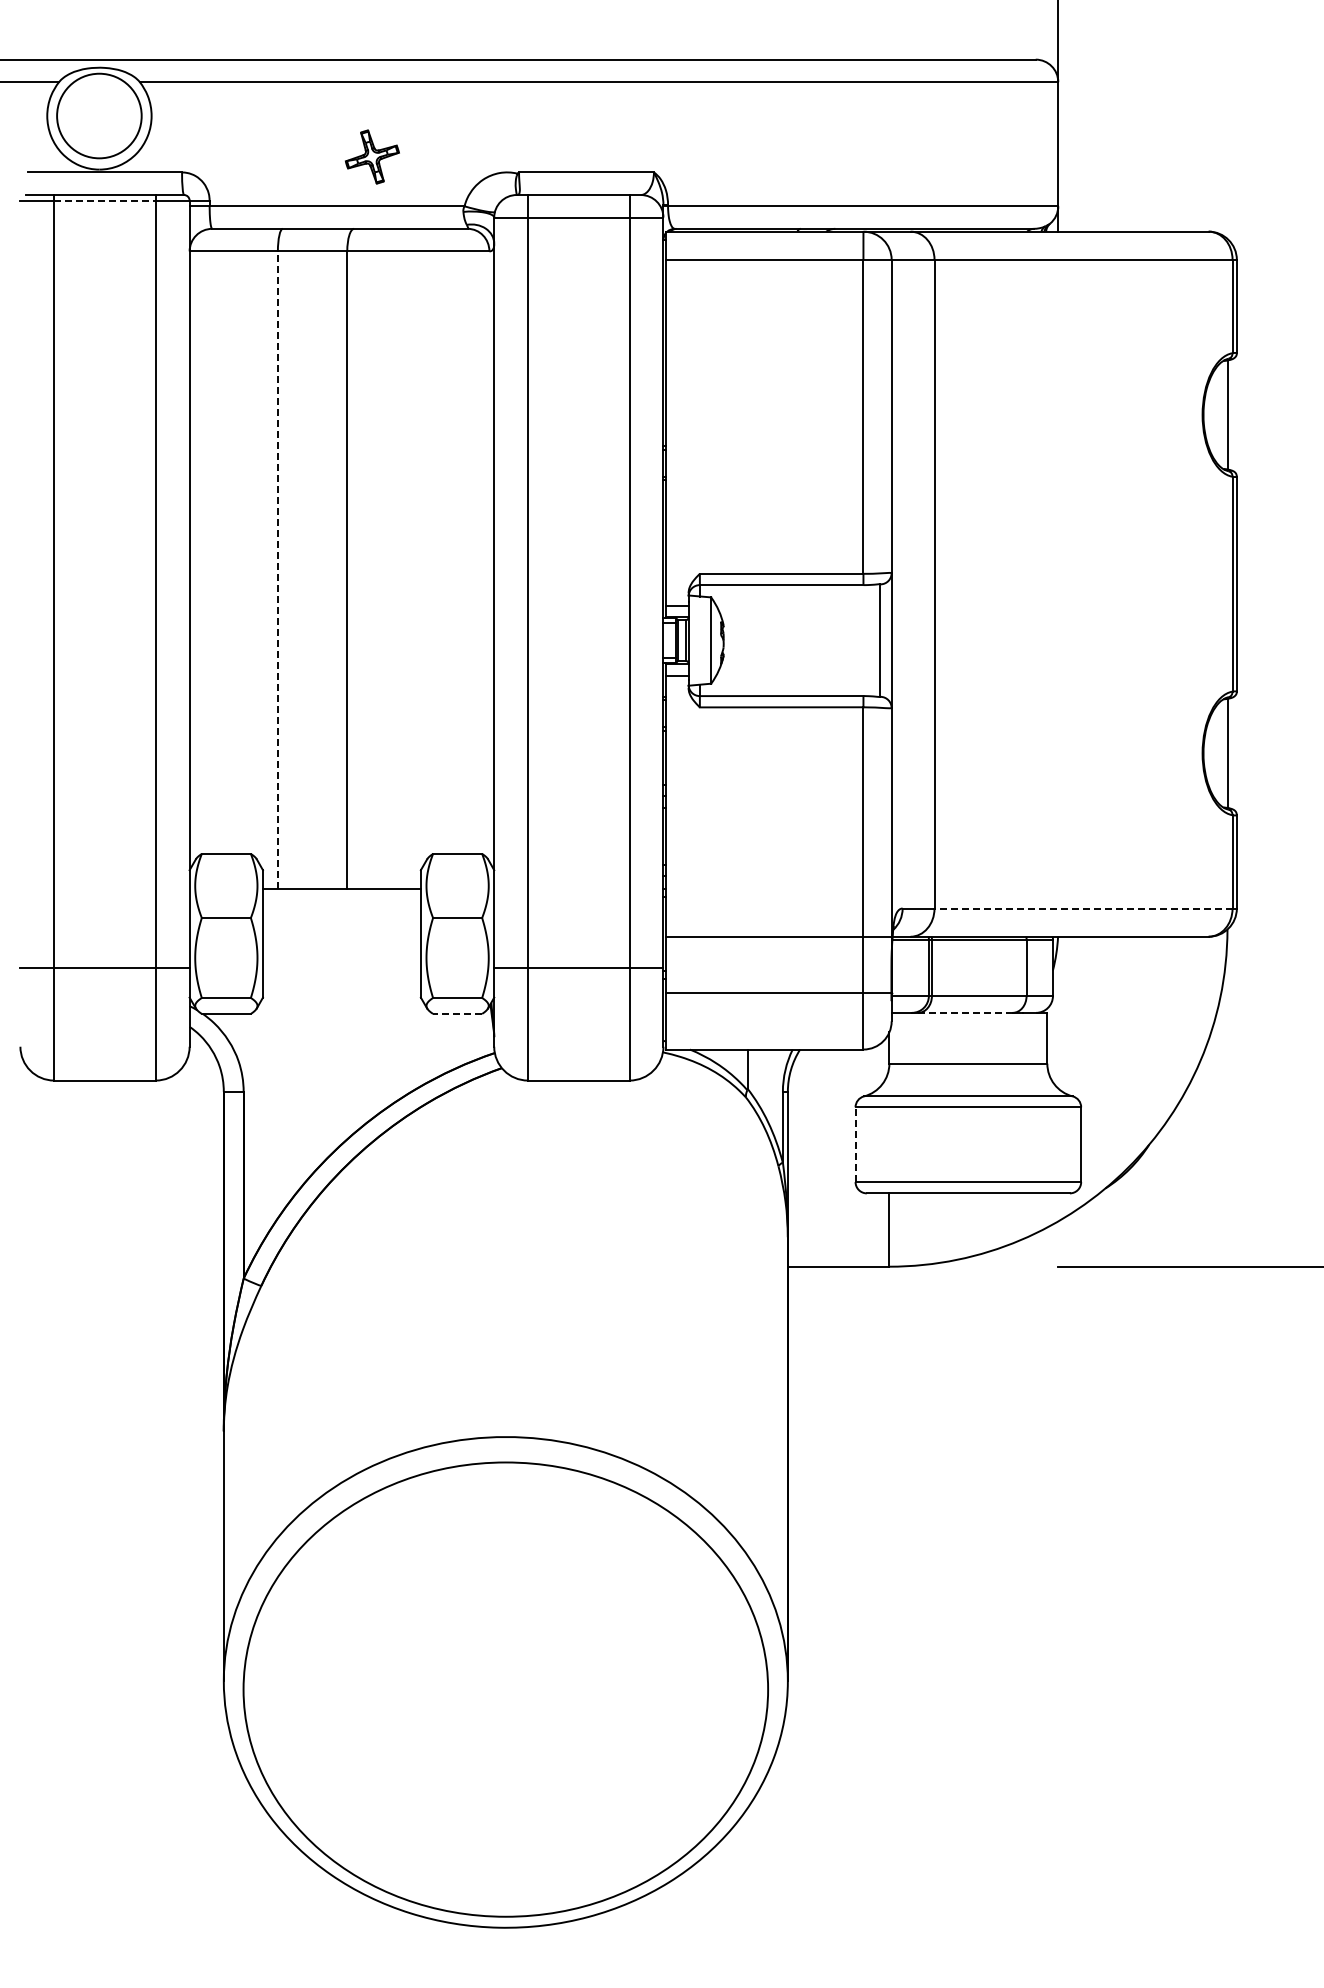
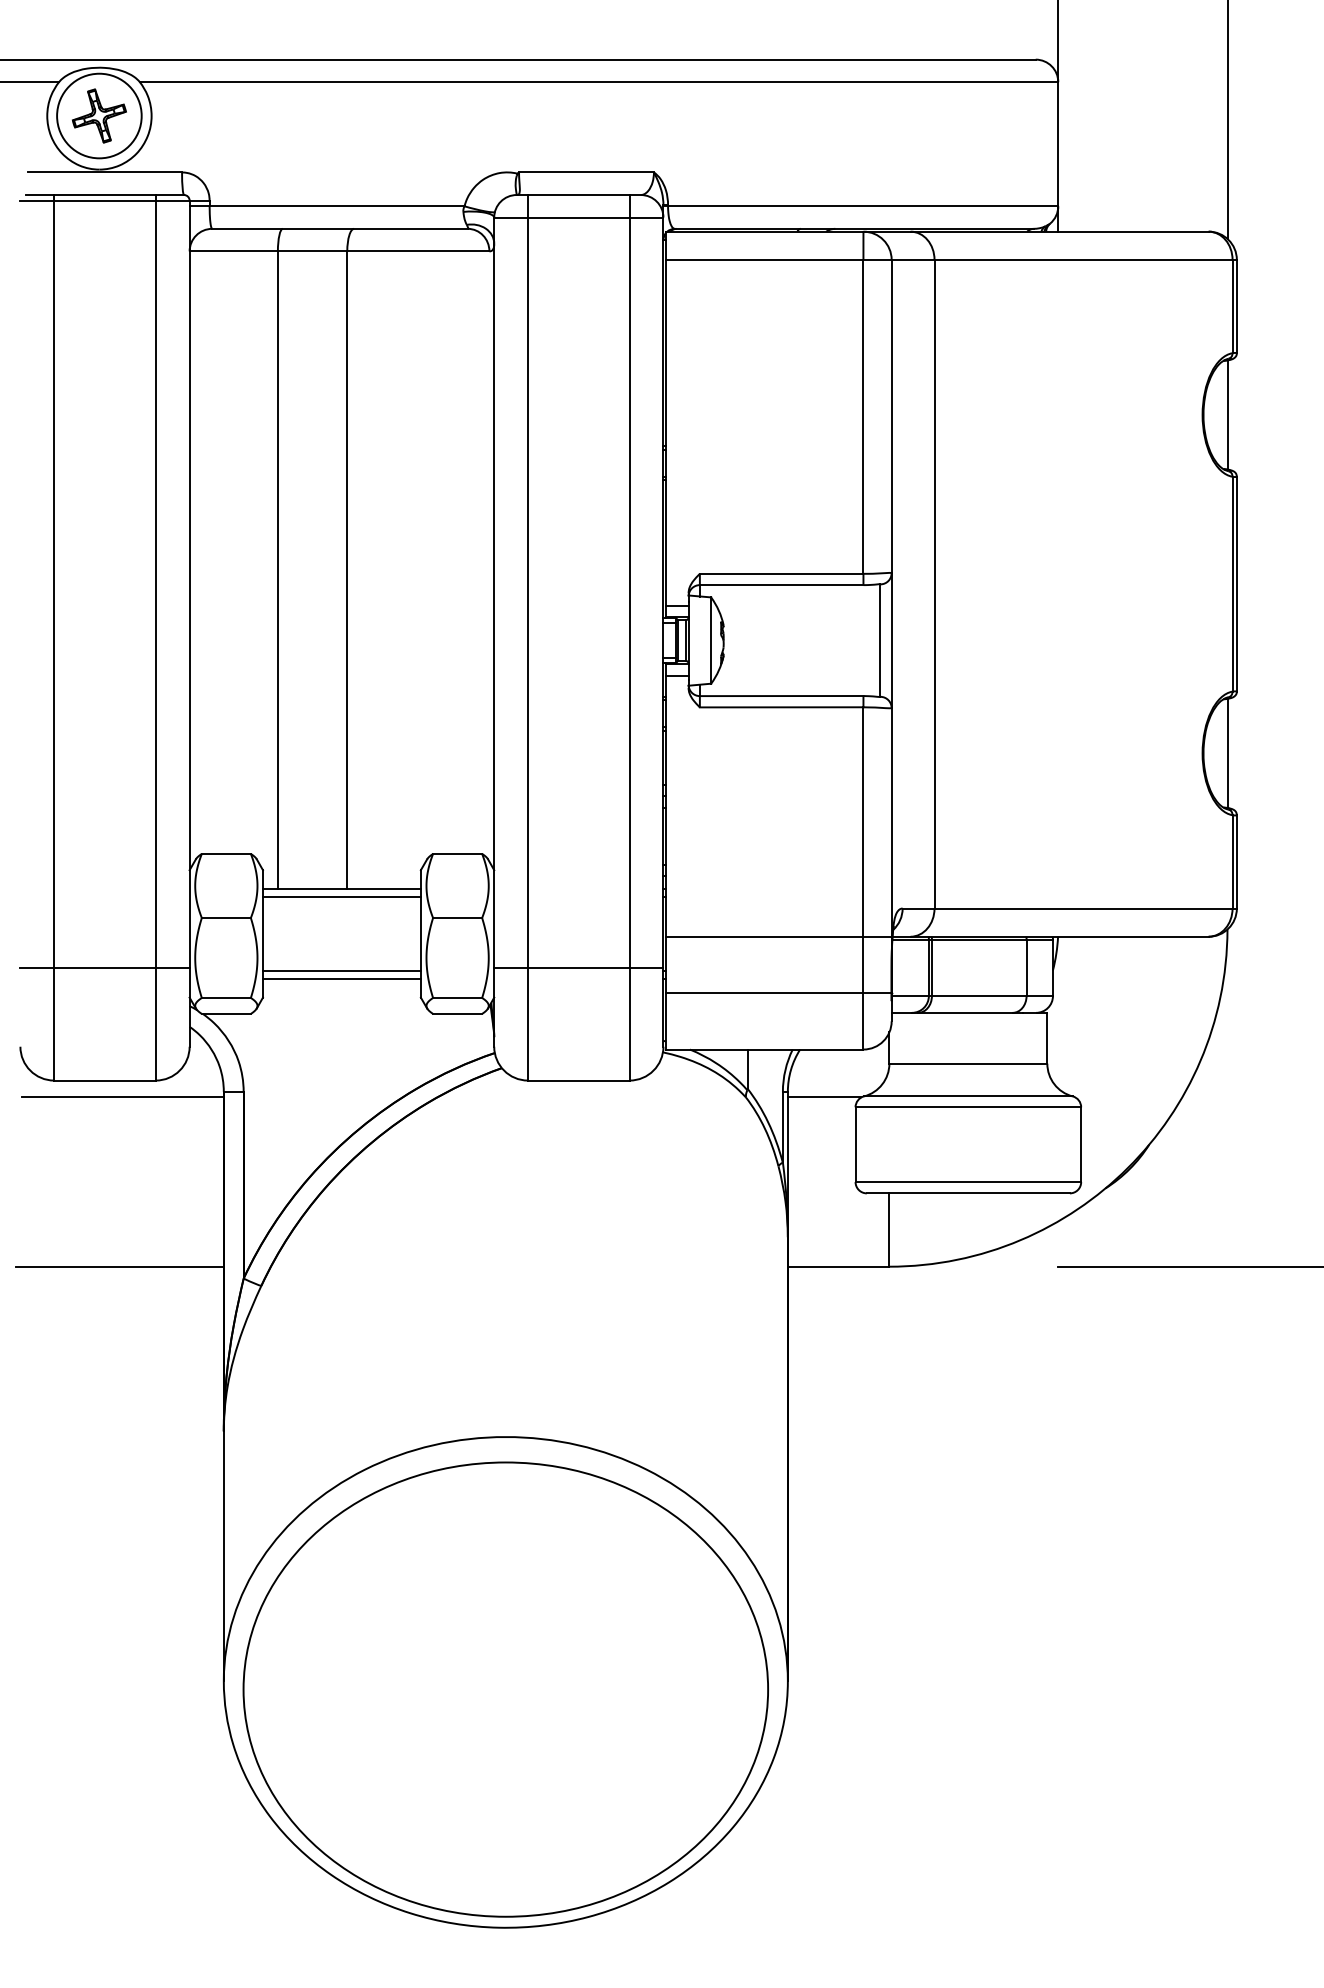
line at (1227, 120): none -> present
part at (372, 156) position: (372, 156) -> (99, 115)
line at (105, 200): dashed -> solid
line at (277, 570): dashed -> solid
line at (341, 897): none -> present
line at (1083, 908): dashed -> solid
line at (341, 970): none -> present
line at (341, 979): none -> present
line at (965, 1012): dashed -> solid
line at (457, 1013): dashed -> solid
line at (122, 1097): none -> present
line at (824, 1097): none -> present
line at (855, 1144): dashed -> solid
line at (119, 1266): none -> present
